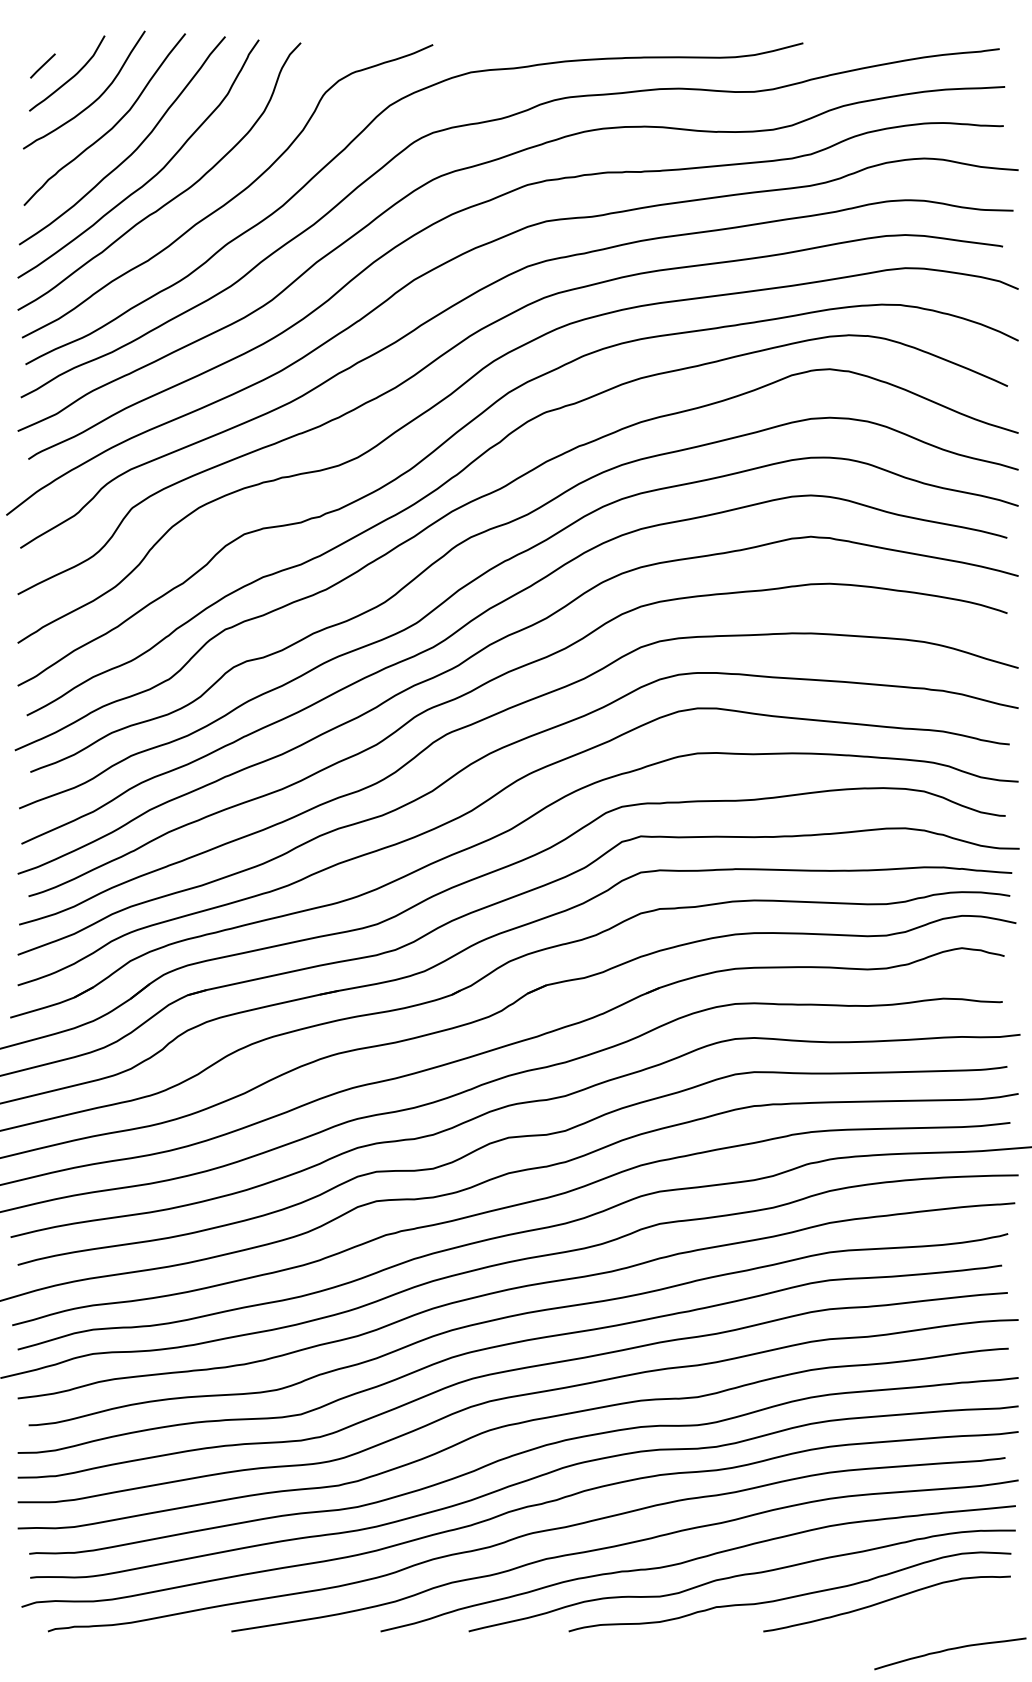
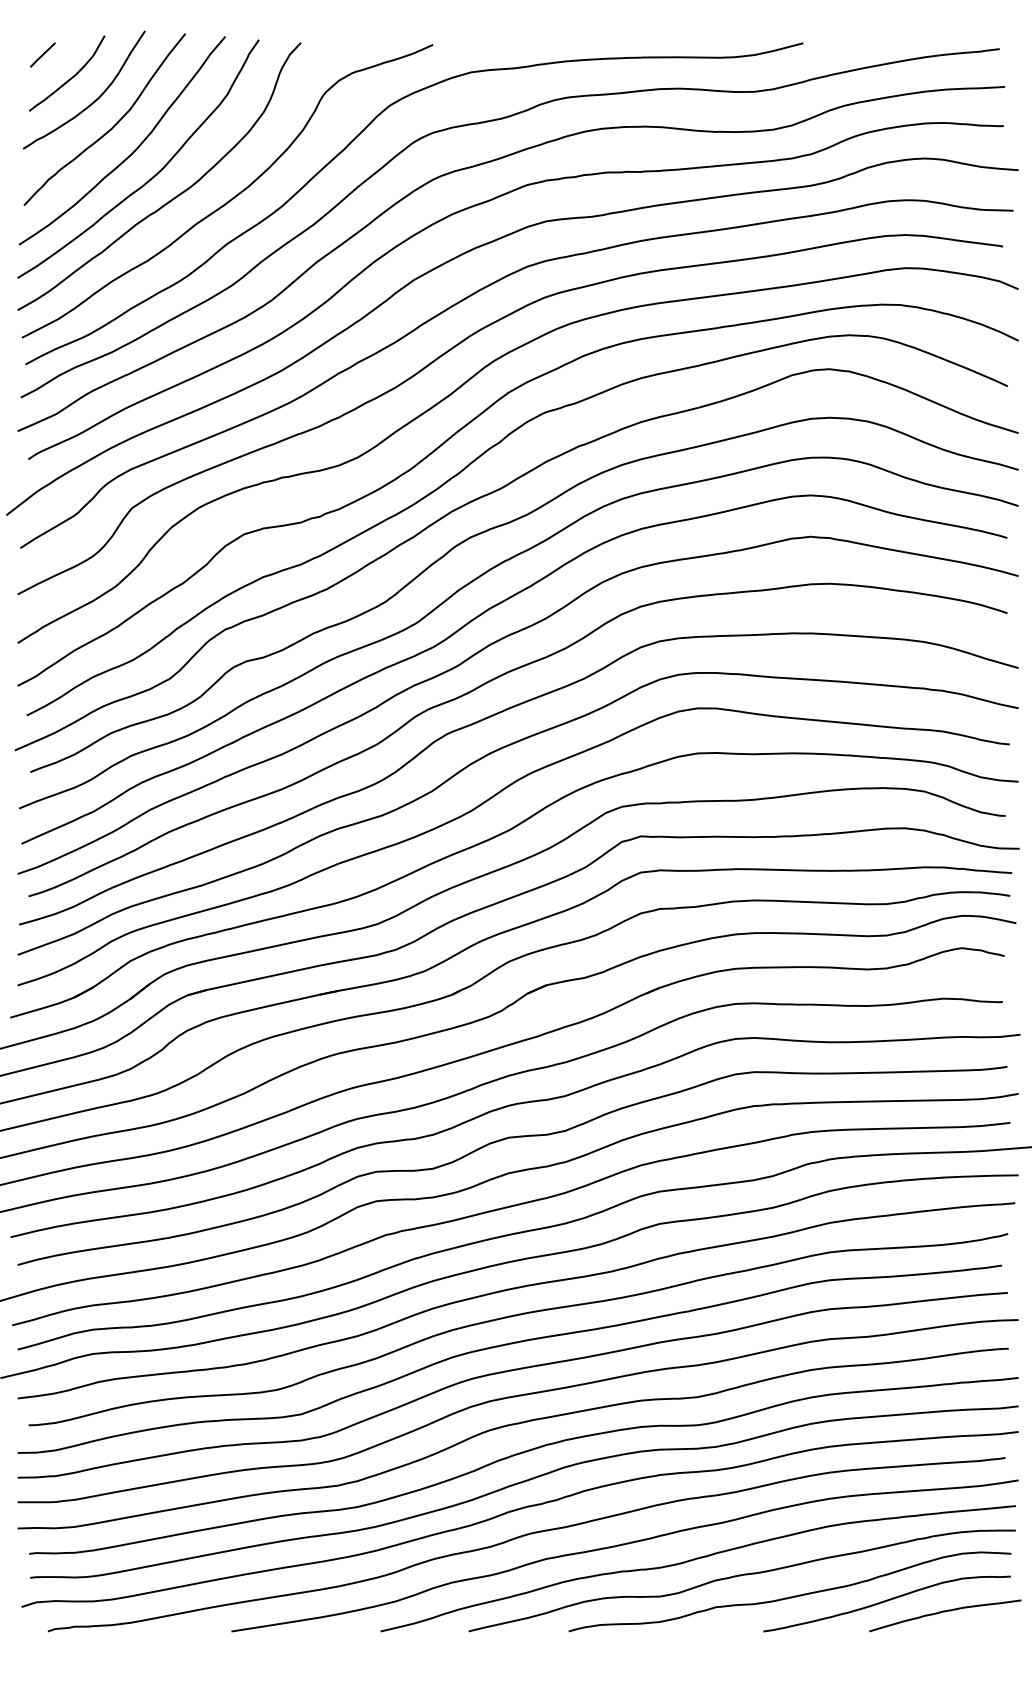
line at (42, 65) position: (42, 65) -> (42, 54)
curve at (950, 1650) position: (950, 1650) -> (945, 1612)
